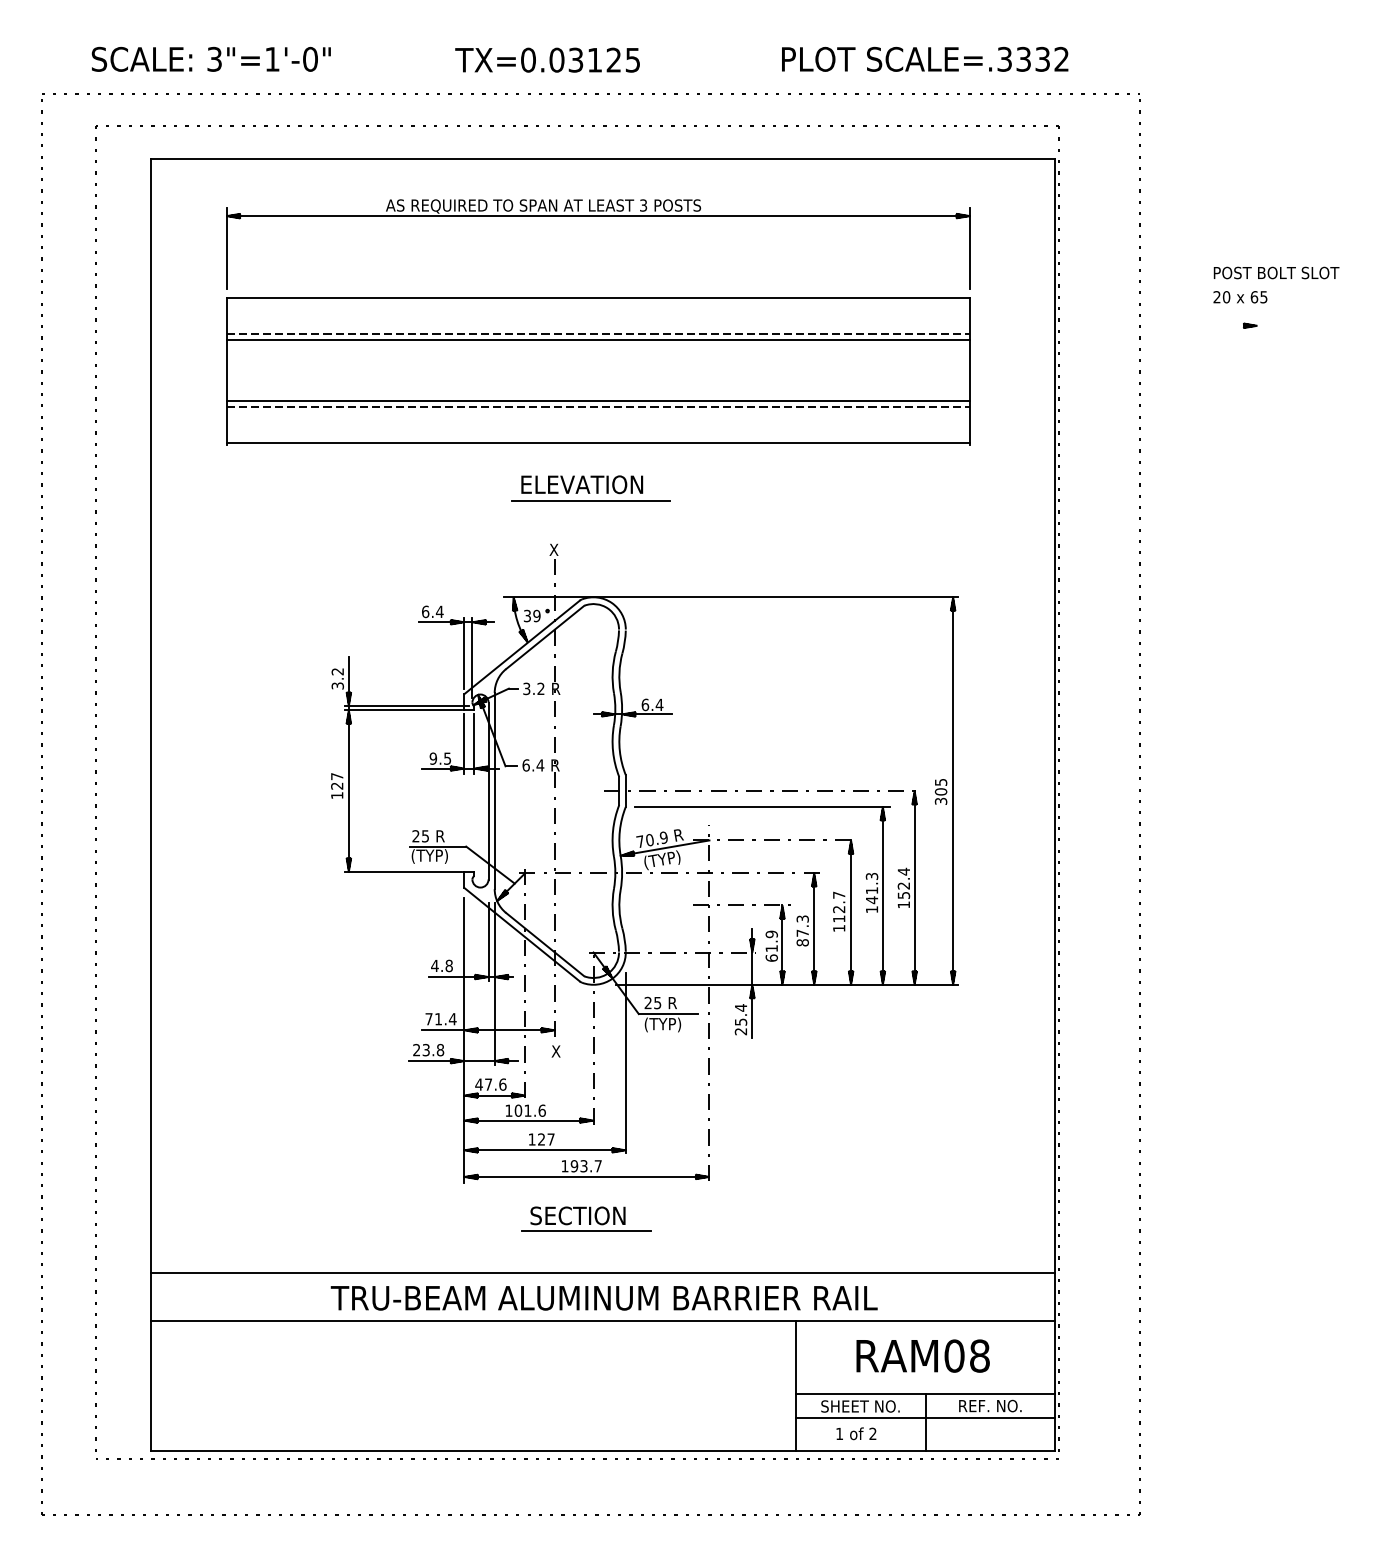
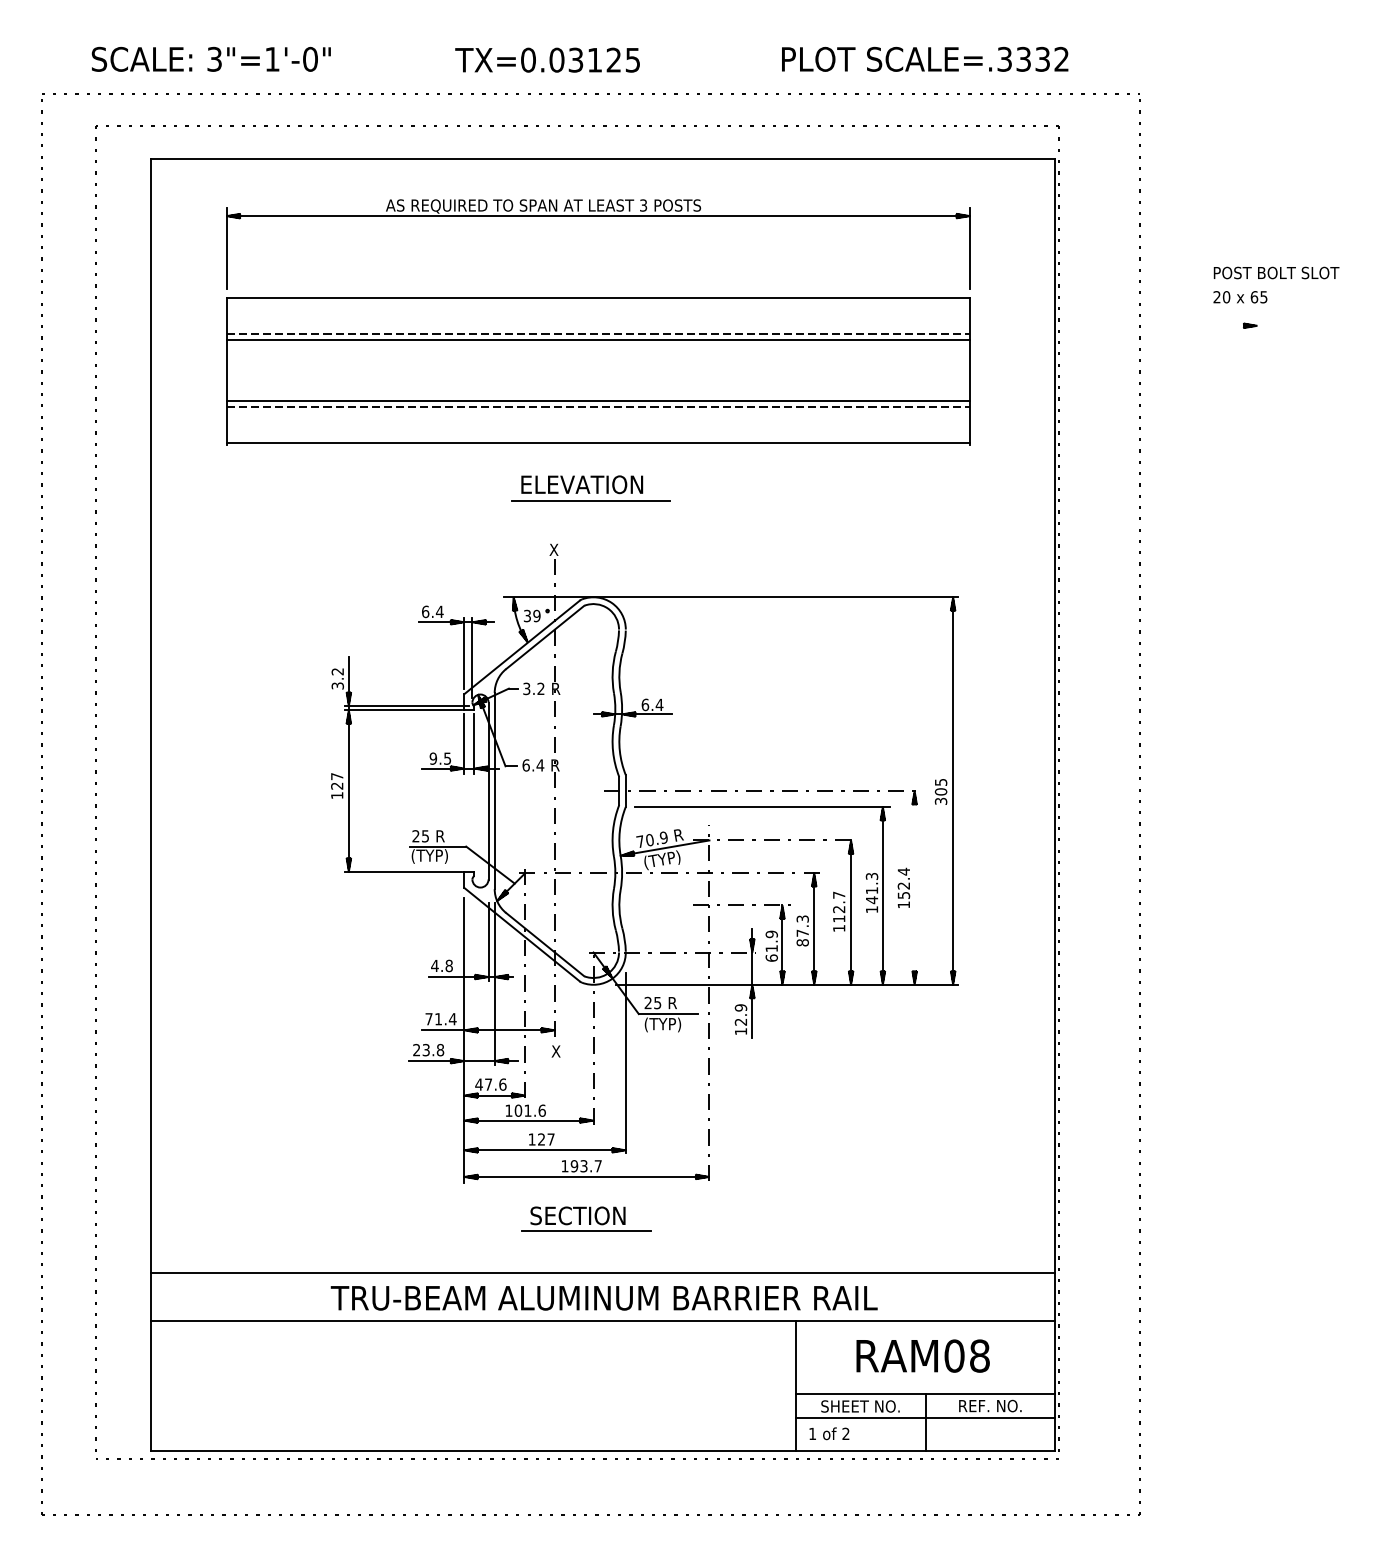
line at (914, 887): present -> none
text at (740, 1019): 25.4 -> 12.9
text at (856, 1433) position: (856, 1433) -> (829, 1433)
